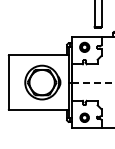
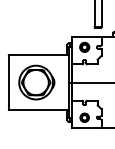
part at (42, 82) position: (42, 82) -> (36, 82)
line at (93, 82): dashed -> solid
